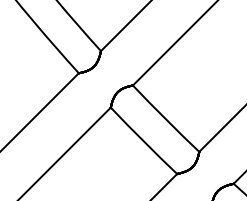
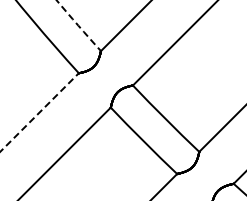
arc at (78, 25): solid -> dashed
line at (39, 112): solid -> dashed
